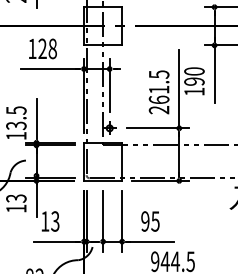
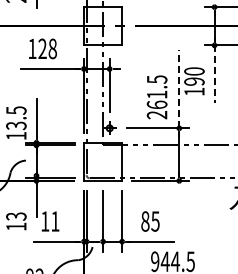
line at (214, 74): solid -> dashed
line at (179, 88): solid -> dashed
text at (158, 92) position: (158, 92) -> (156, 97)
text at (16, 203) position: (16, 203) -> (16, 221)
text at (55, 221): 13 -> 11
text at (145, 221): 95 -> 85
